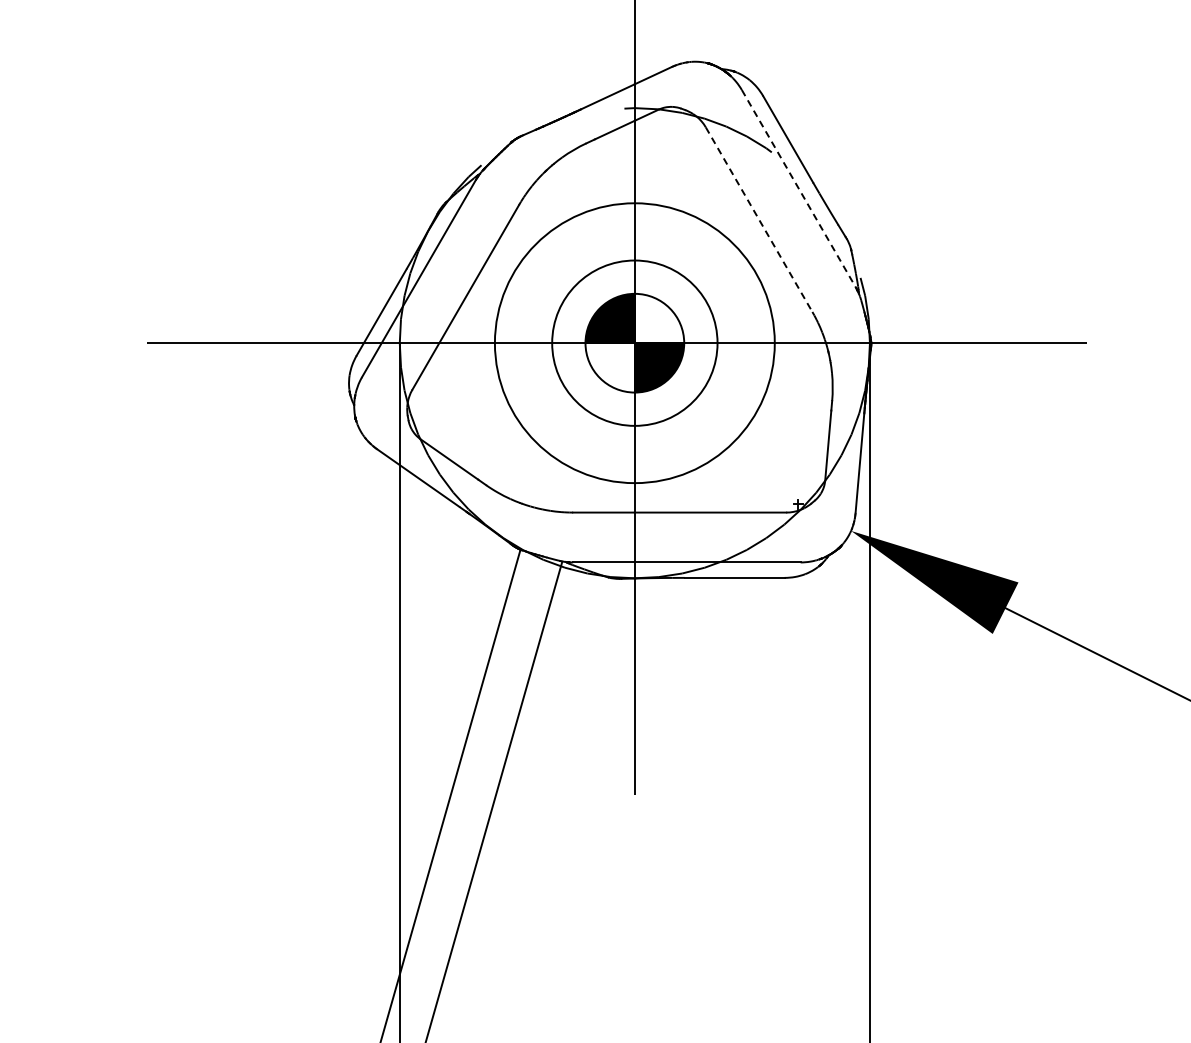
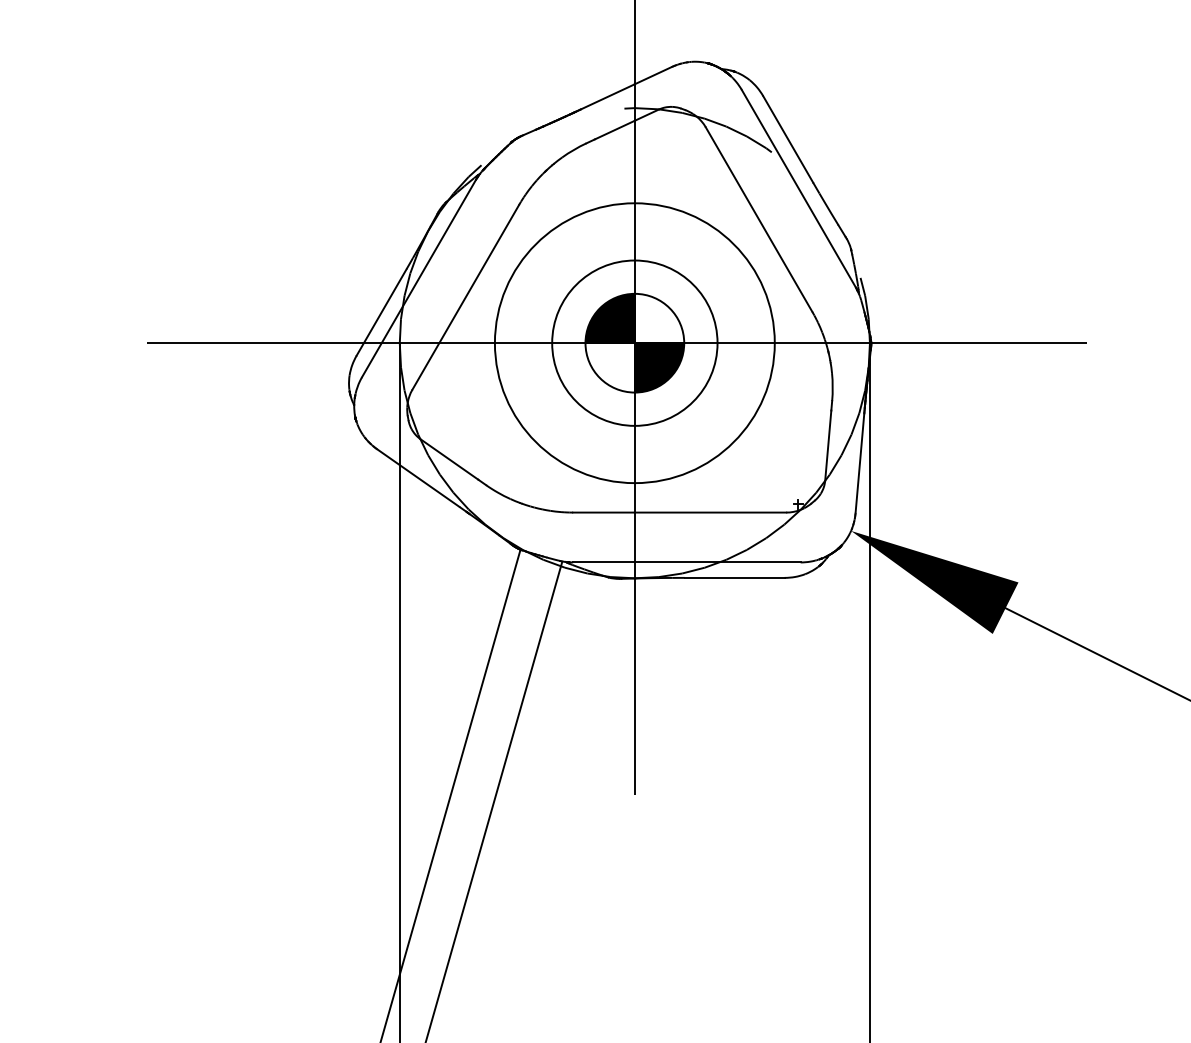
line at (798, 188): dashed -> solid
line at (759, 219): dashed -> solid
